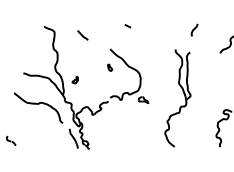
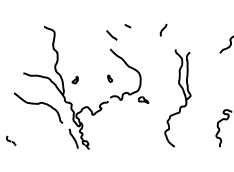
curve at (194, 29) position: (194, 29) -> (163, 29)
line at (82, 35) position: (82, 35) -> (111, 35)
part at (110, 67) position: (110, 67) -> (110, 78)
